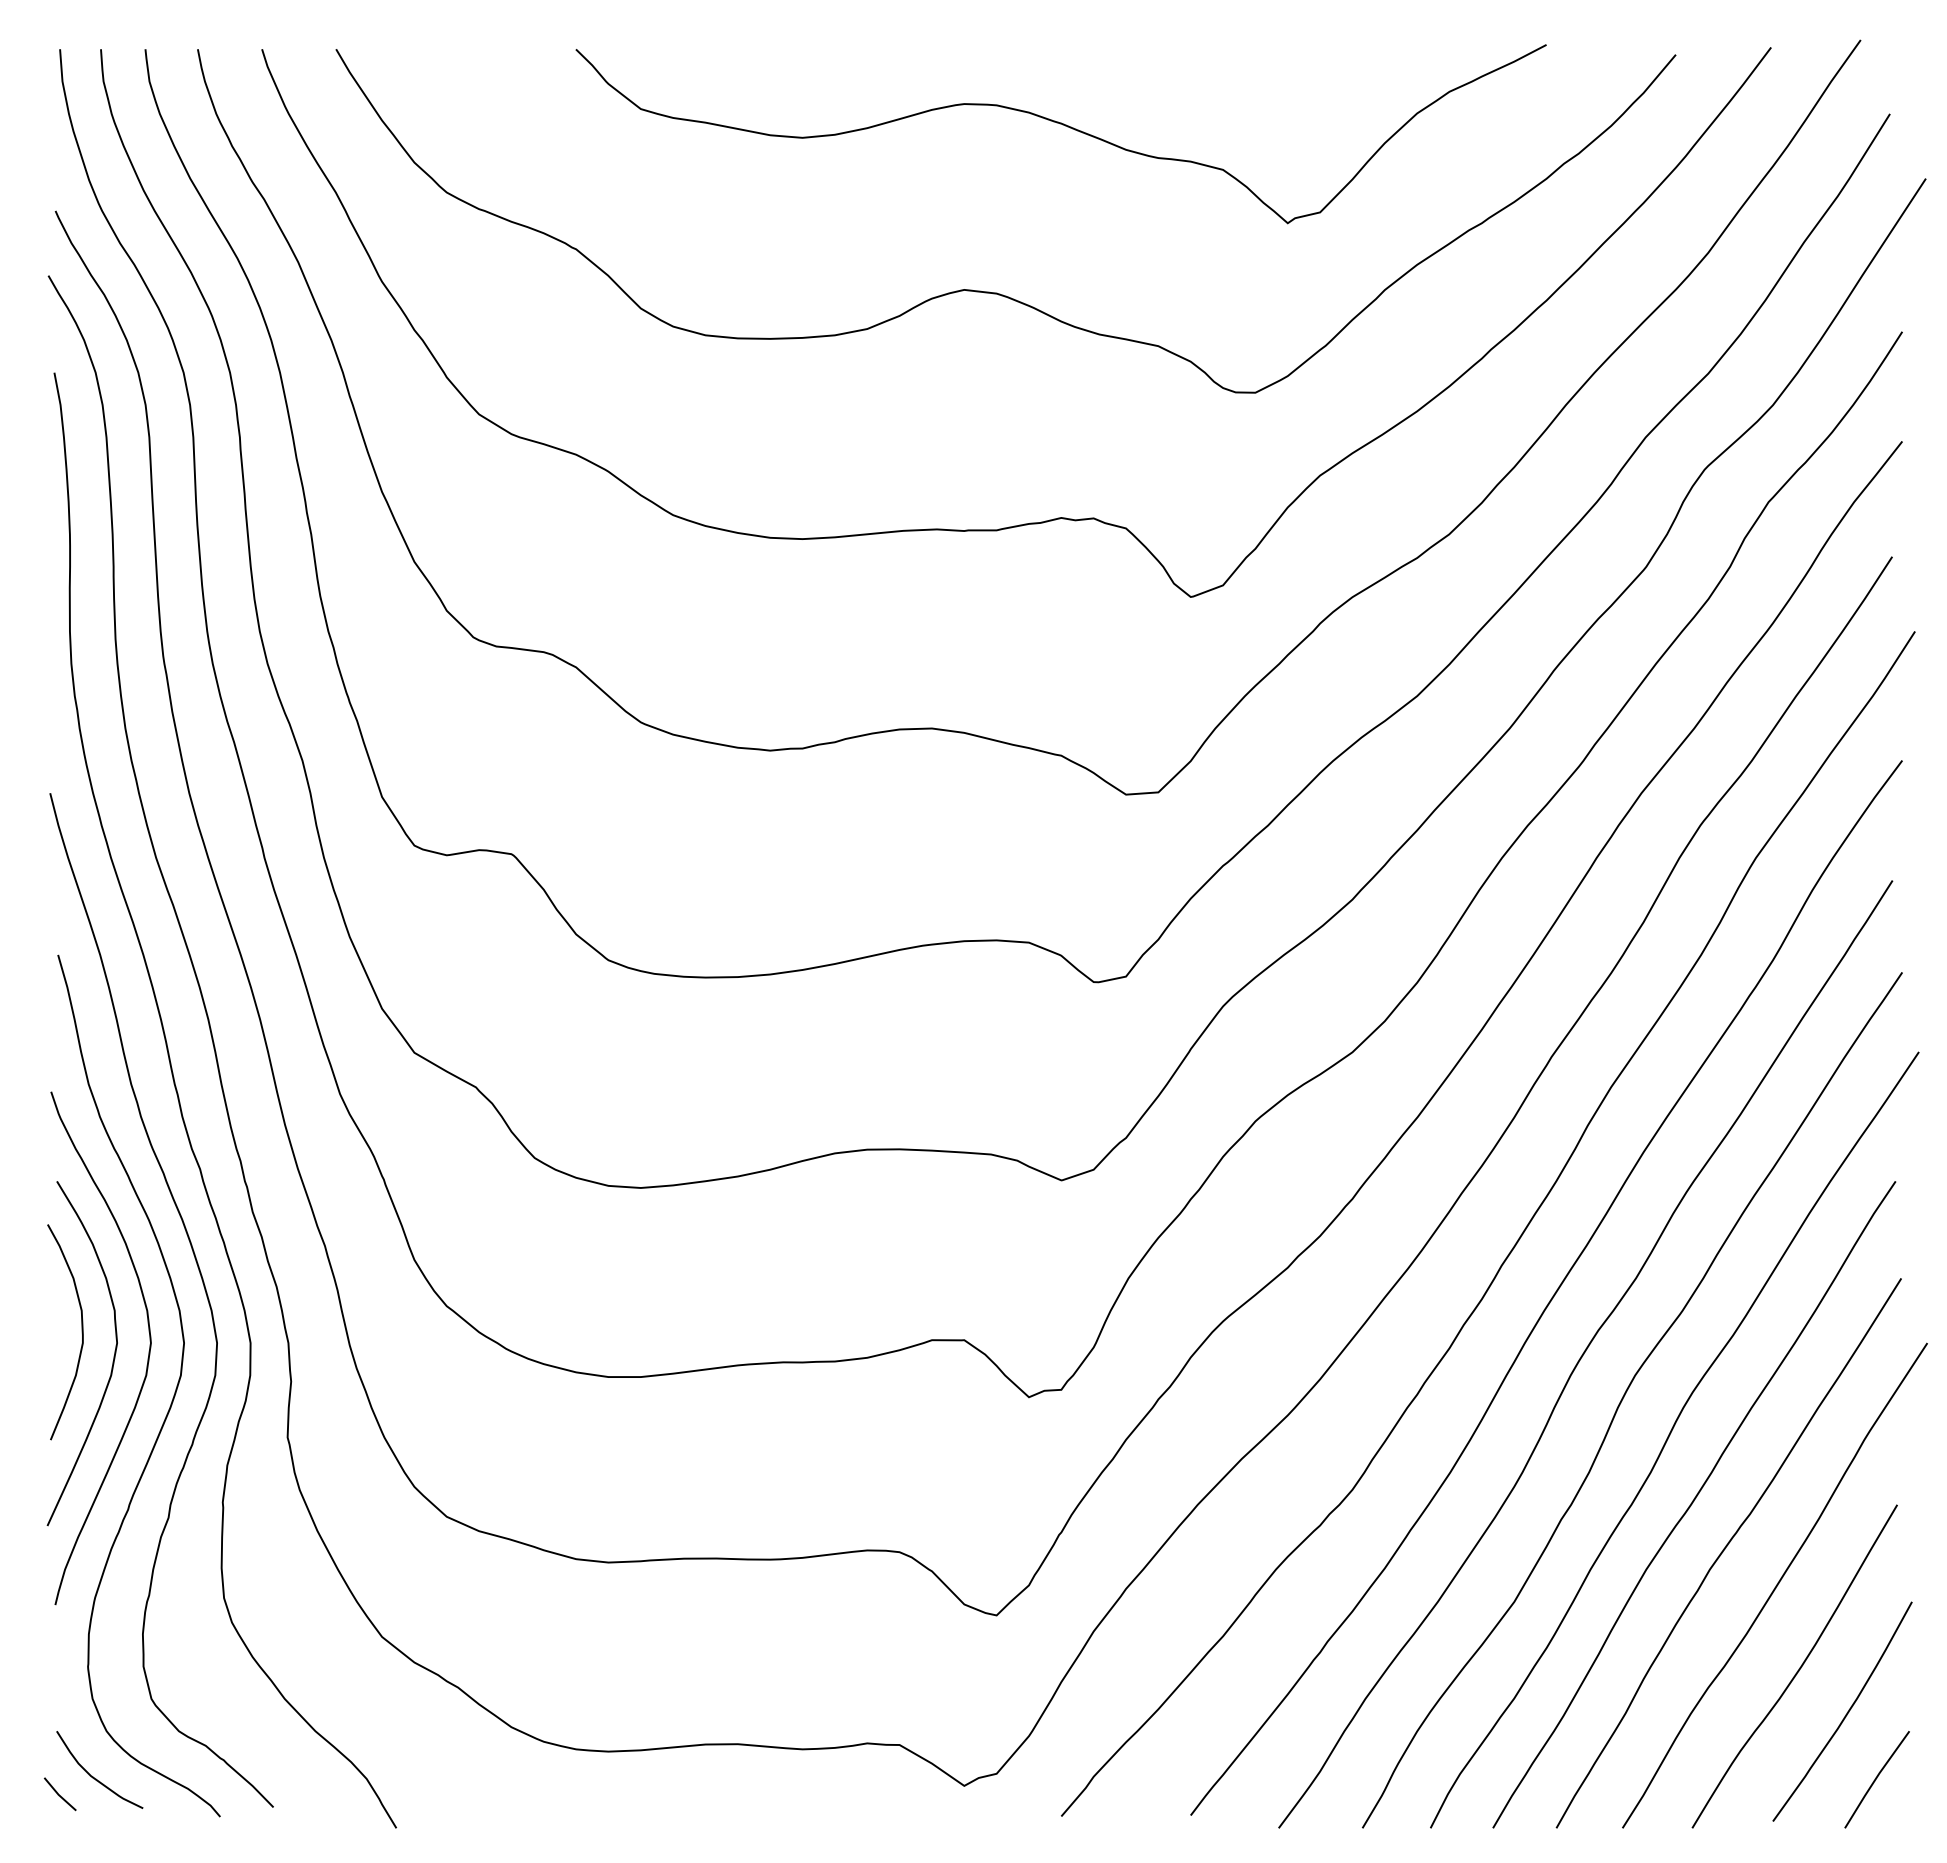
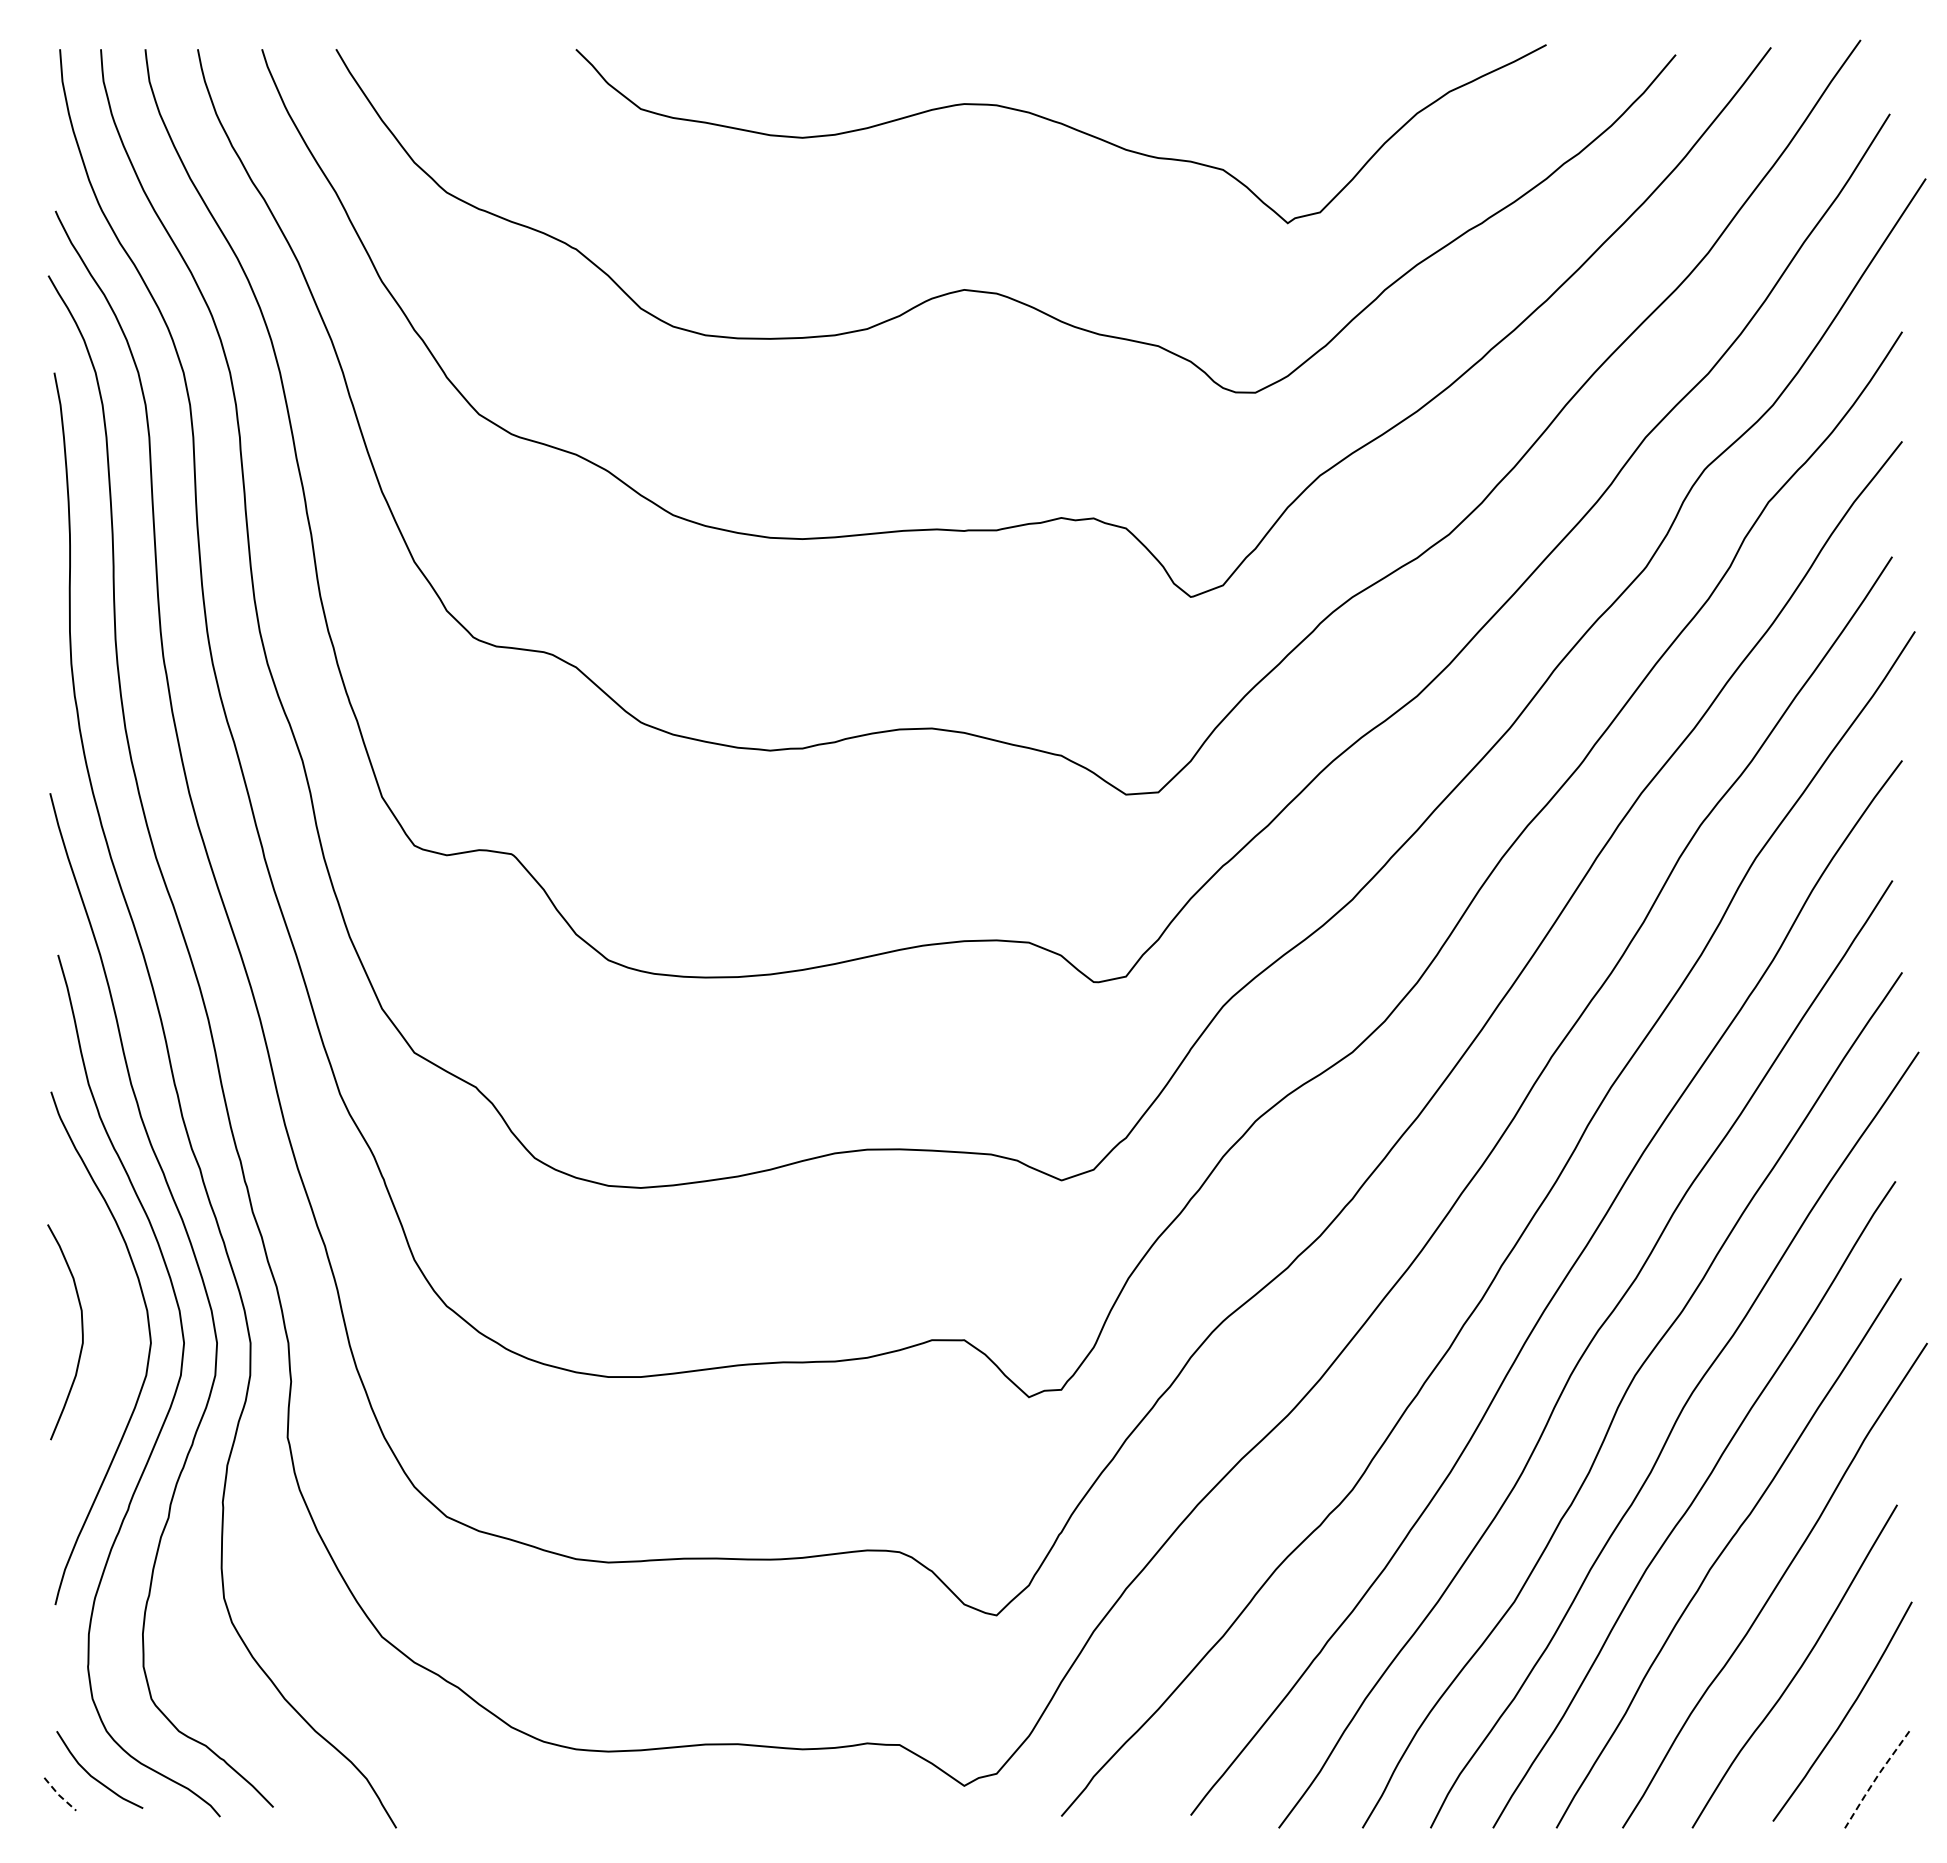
curve at (112, 1361): present -> none
line at (1875, 1778): solid -> dashed
line at (58, 1794): solid -> dashed
